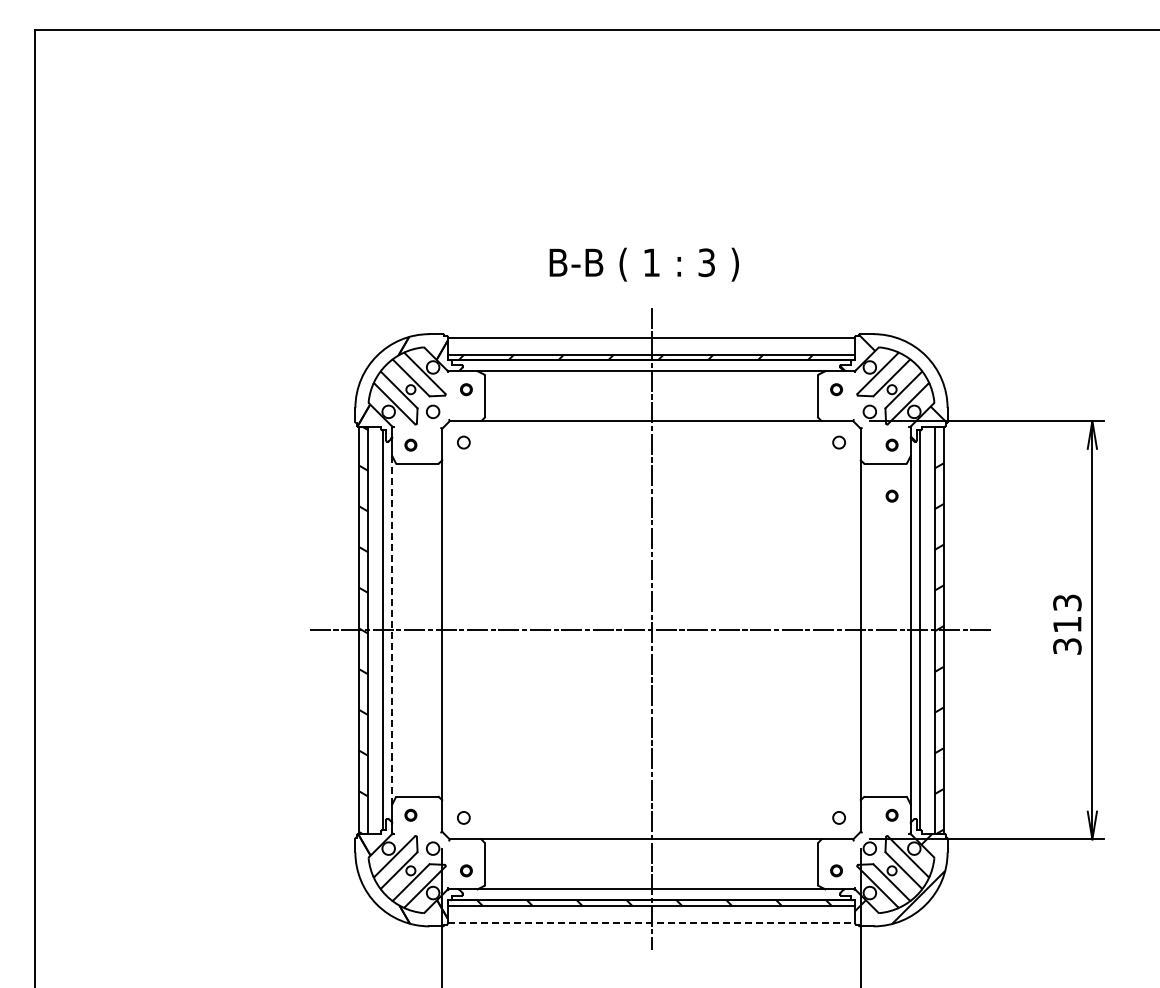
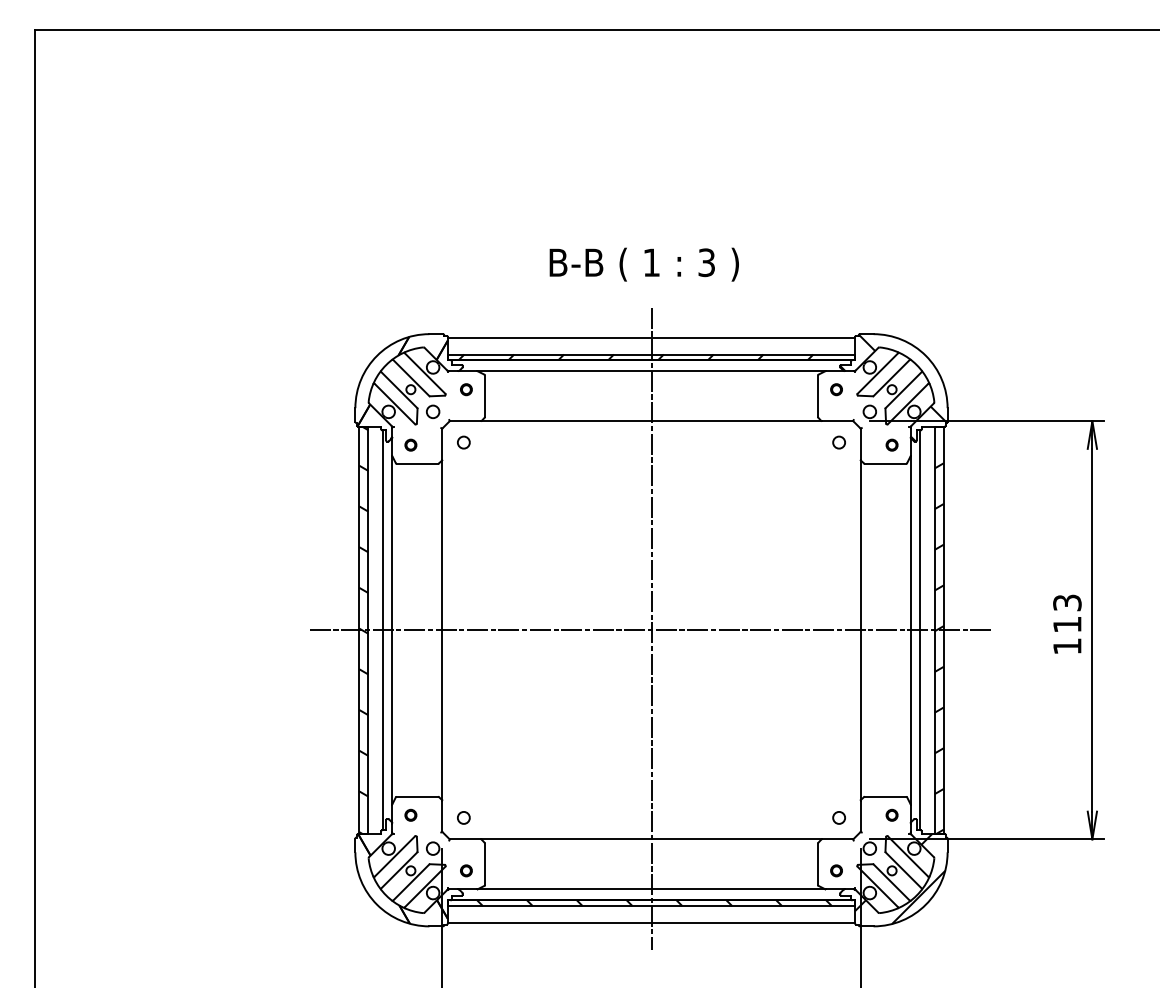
part at (891, 495): present -> none
line at (392, 629): dashed -> solid
text at (1067, 646): 313 -> 113
line at (651, 922): dashed -> solid
